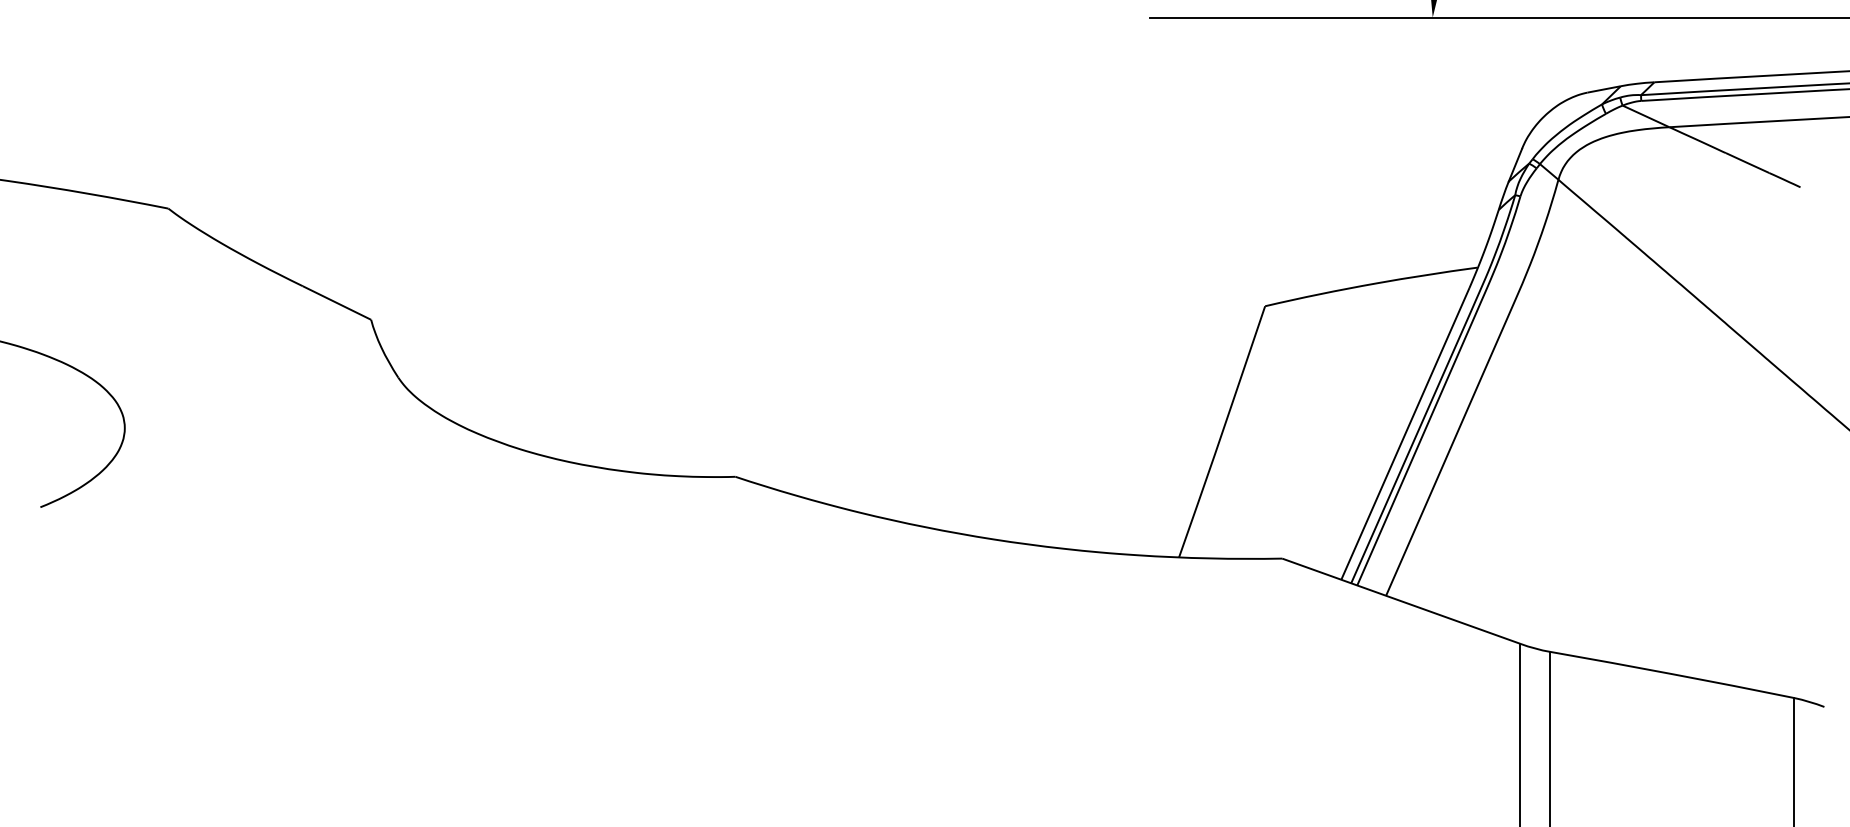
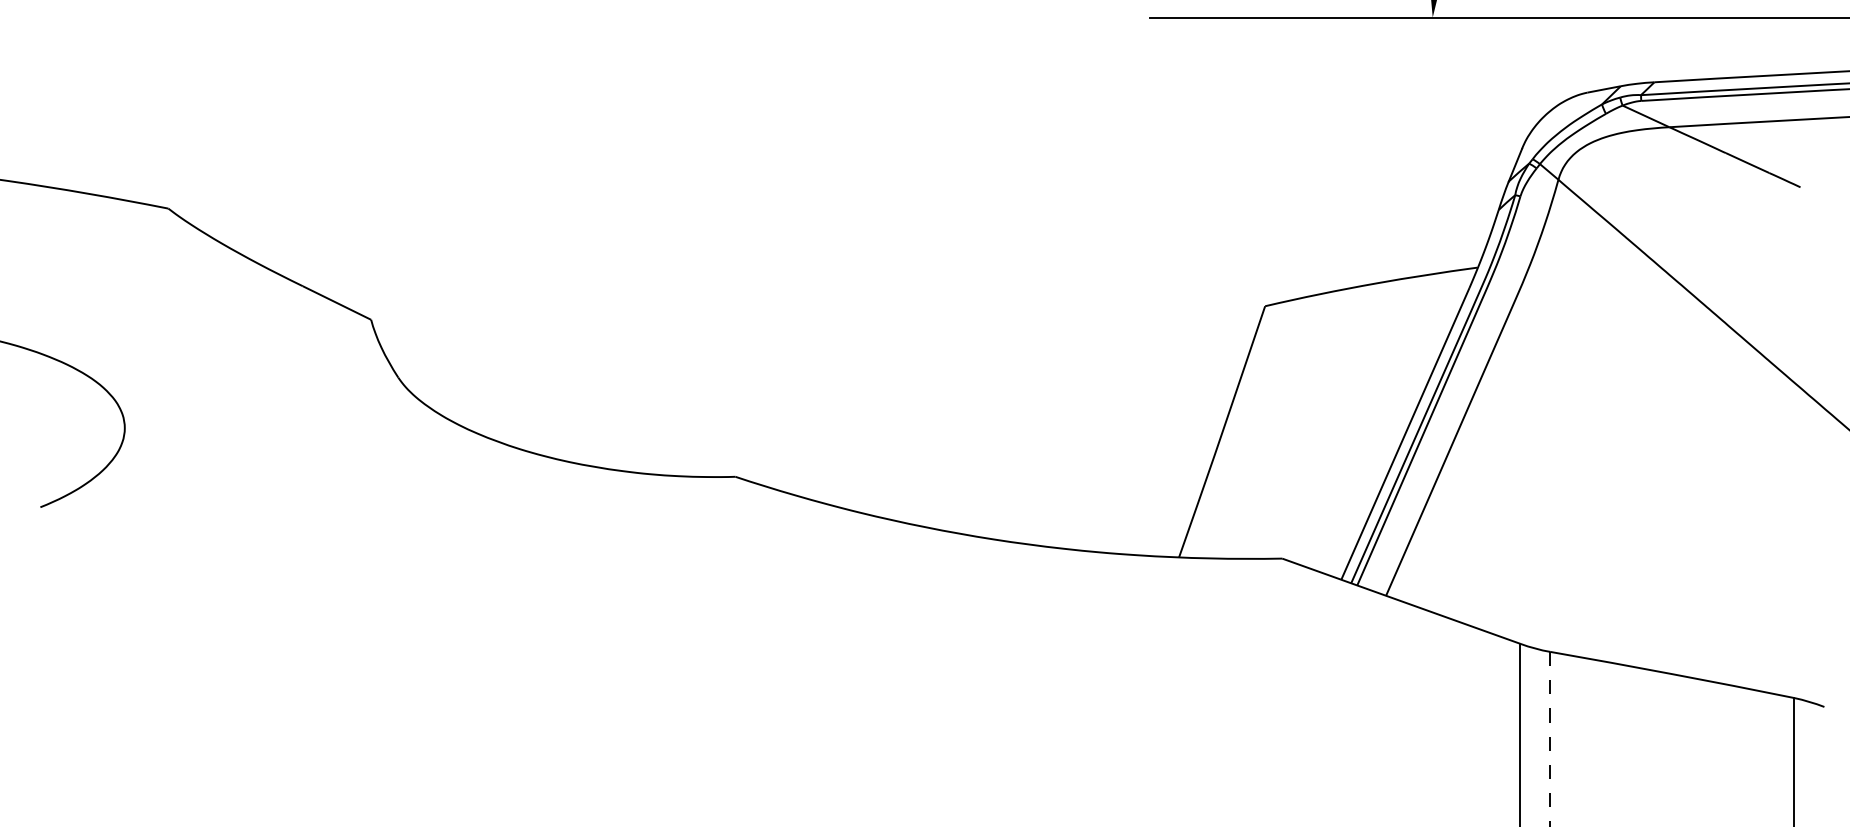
line at (1550, 739): solid -> dashed
